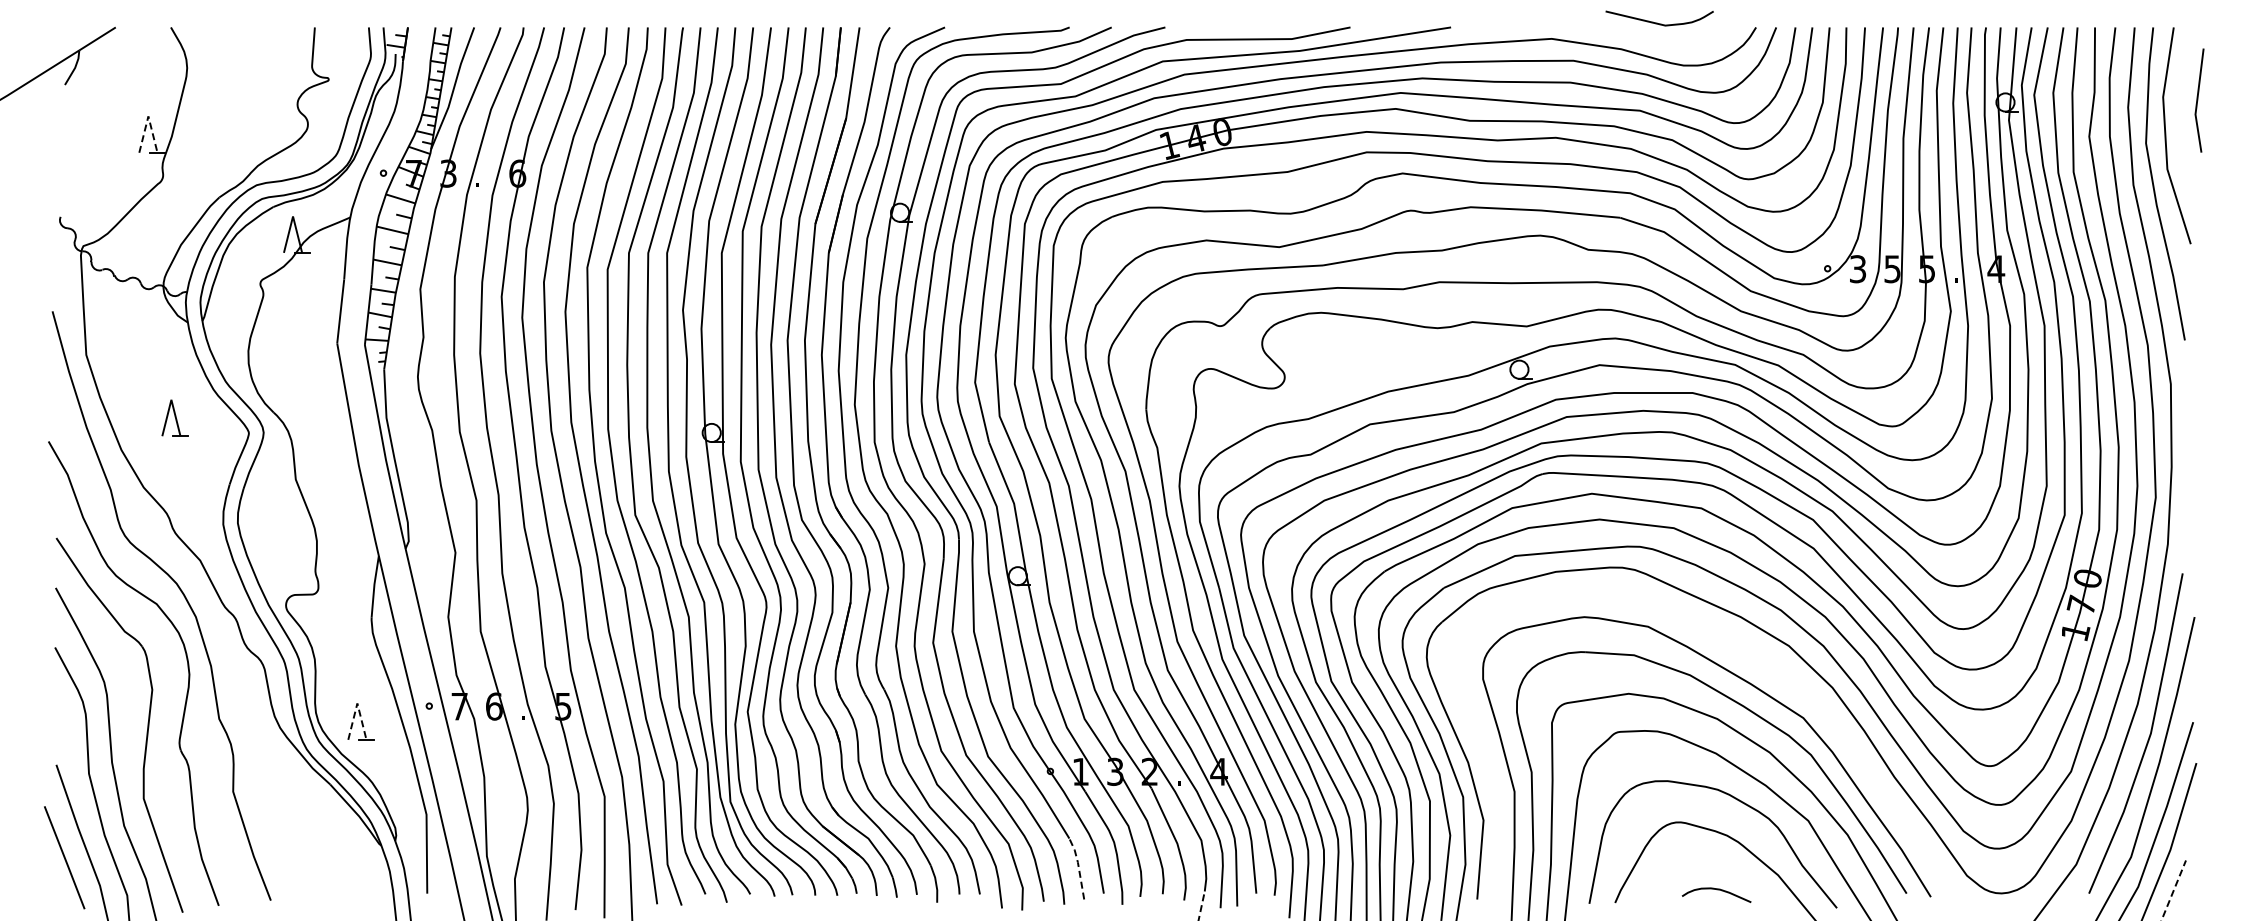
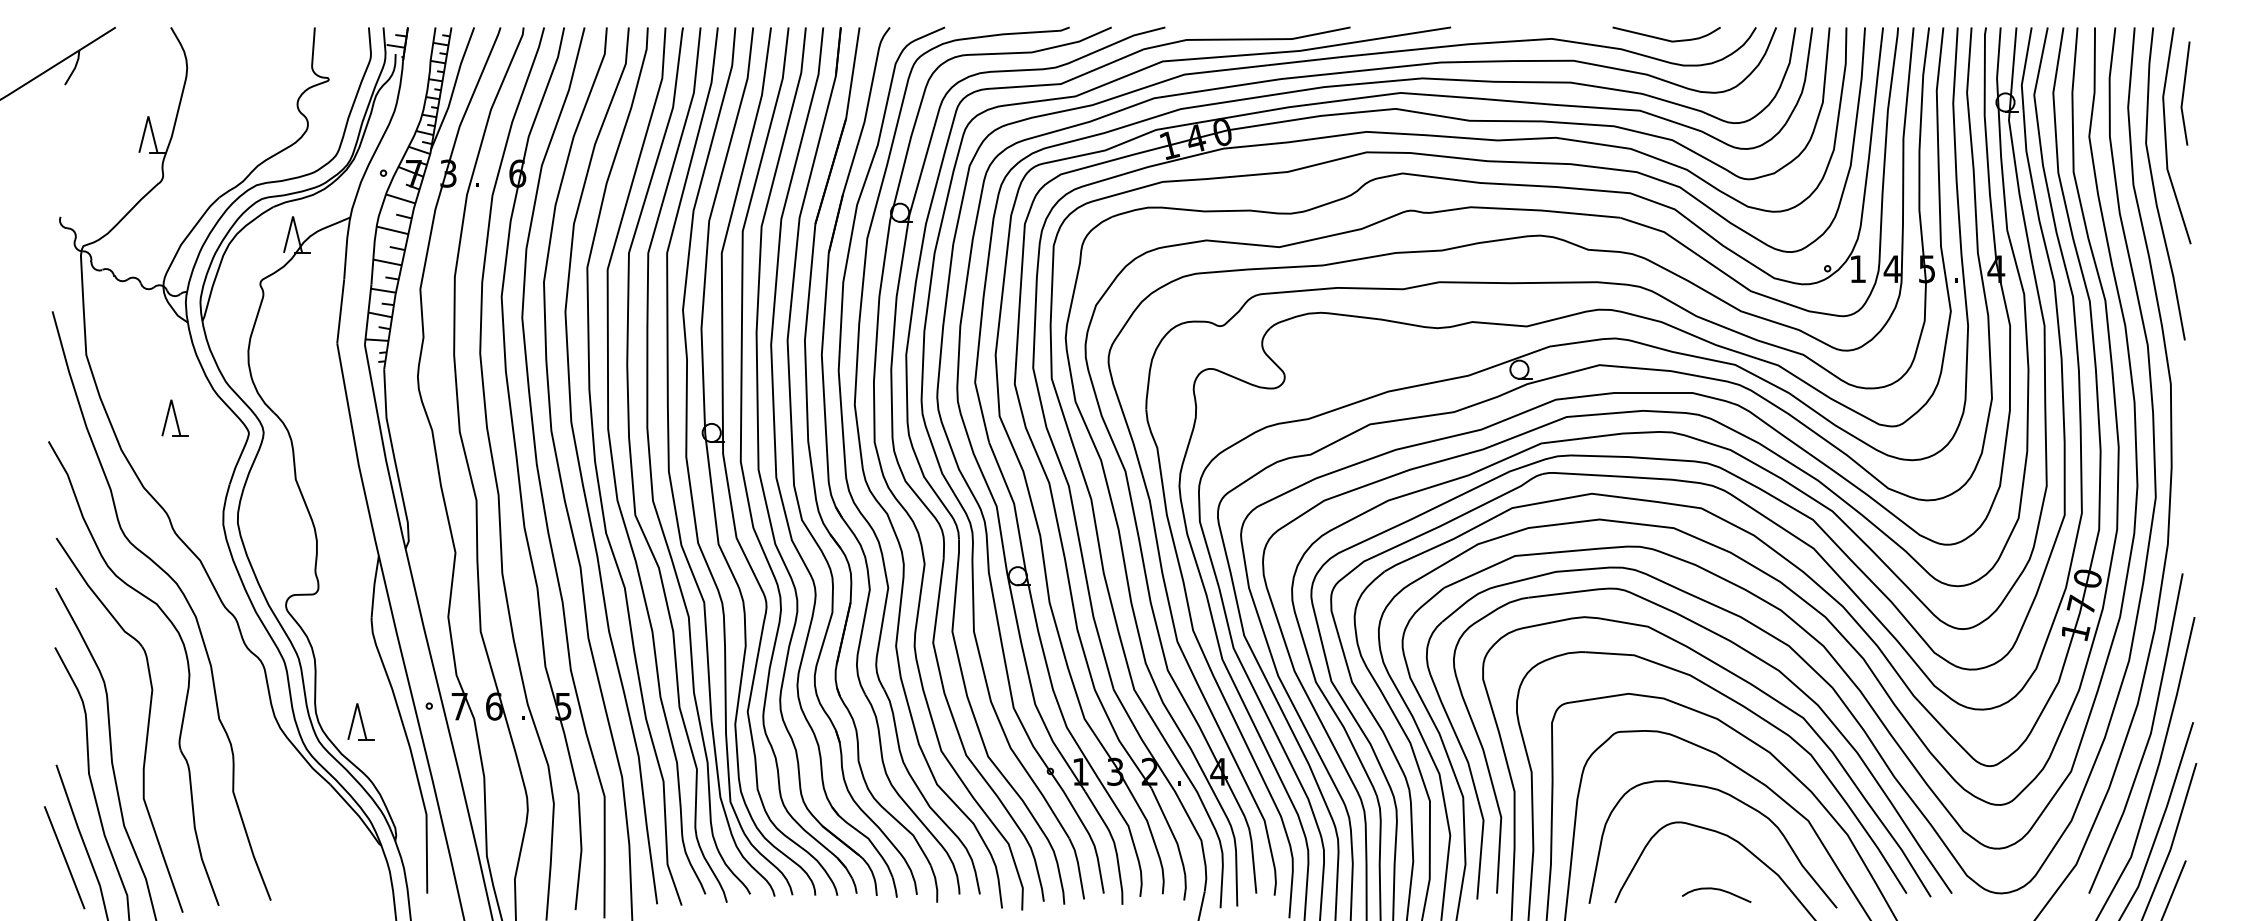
curve at (1657, 22) position: (1657, 22) -> (1664, 38)
line at (2198, 100) position: (2198, 100) -> (2184, 93)
line at (148, 116): dashed -> solid
text at (1858, 269): 3 -> 1
text at (1891, 269): 5 -> 4
part at (1751, 655): none -> present
line at (357, 703): dashed -> solid
line at (1078, 867): dashed -> solid
line at (2173, 890): dashed -> solid
line at (1201, 905): dashed -> solid
